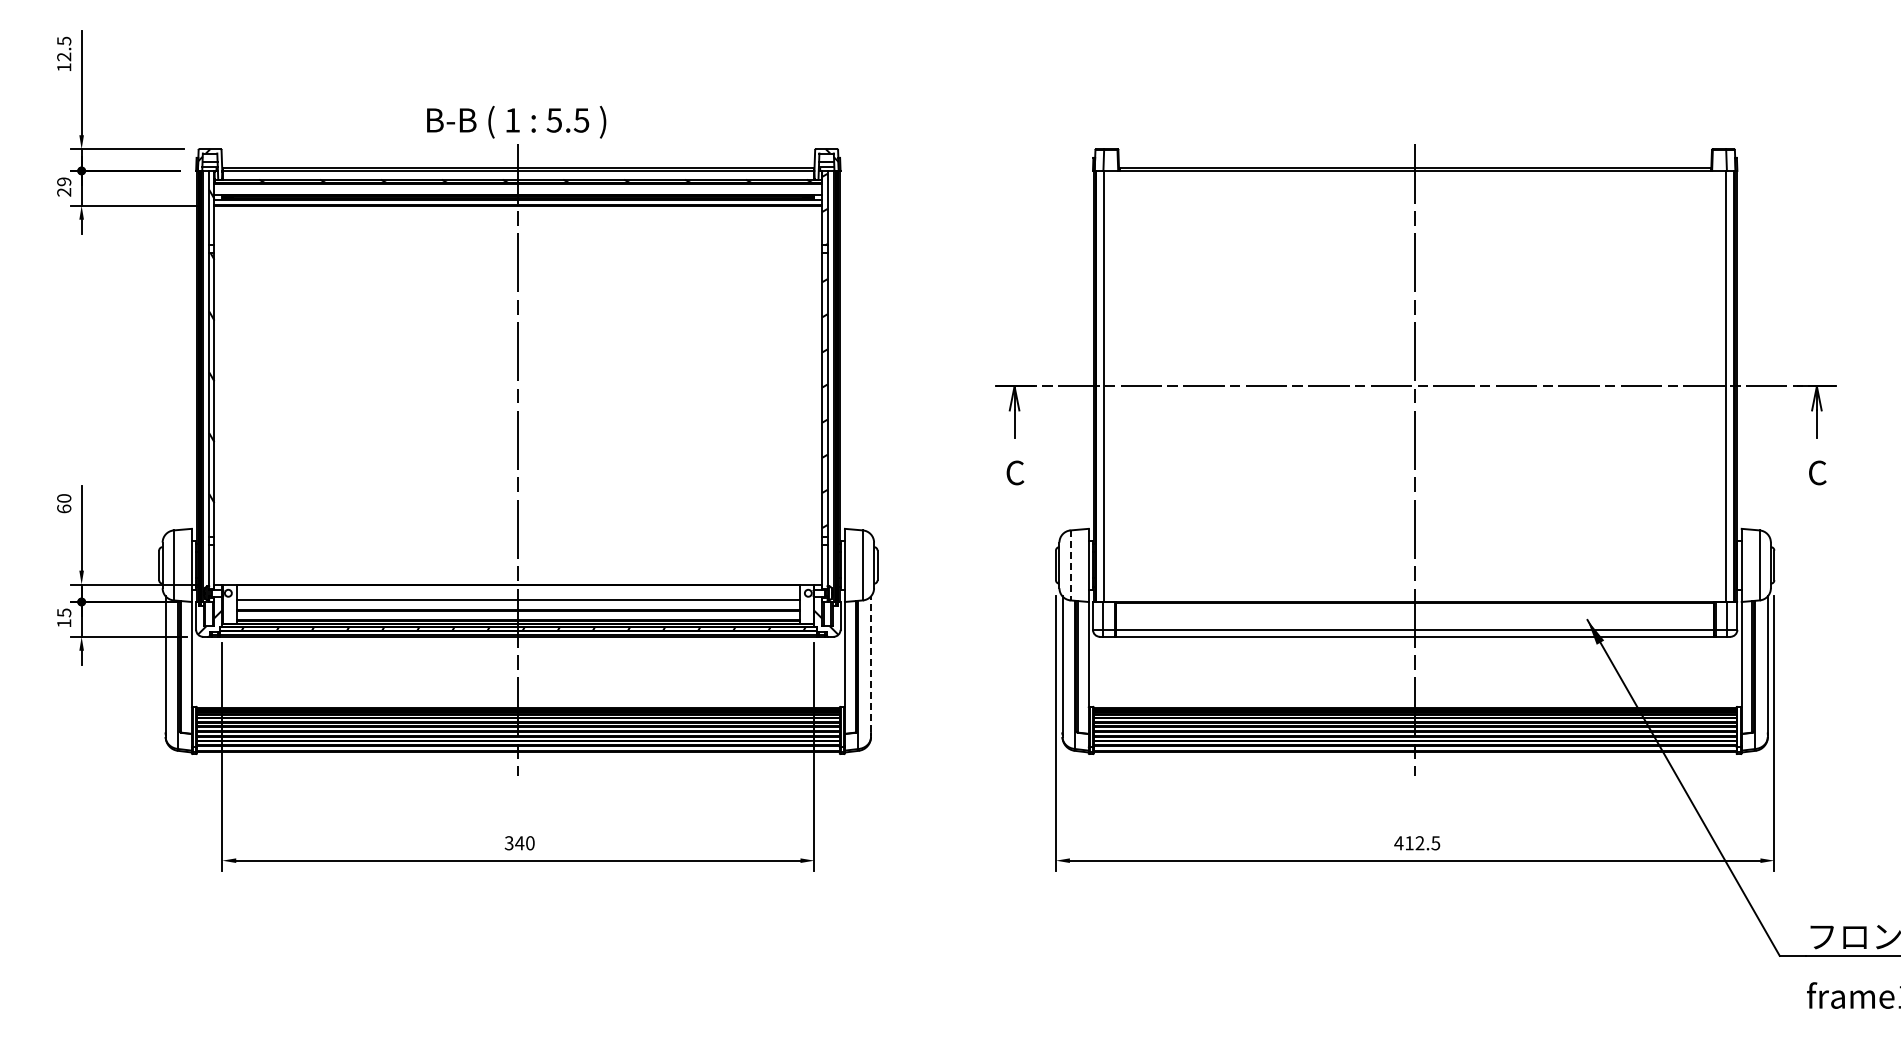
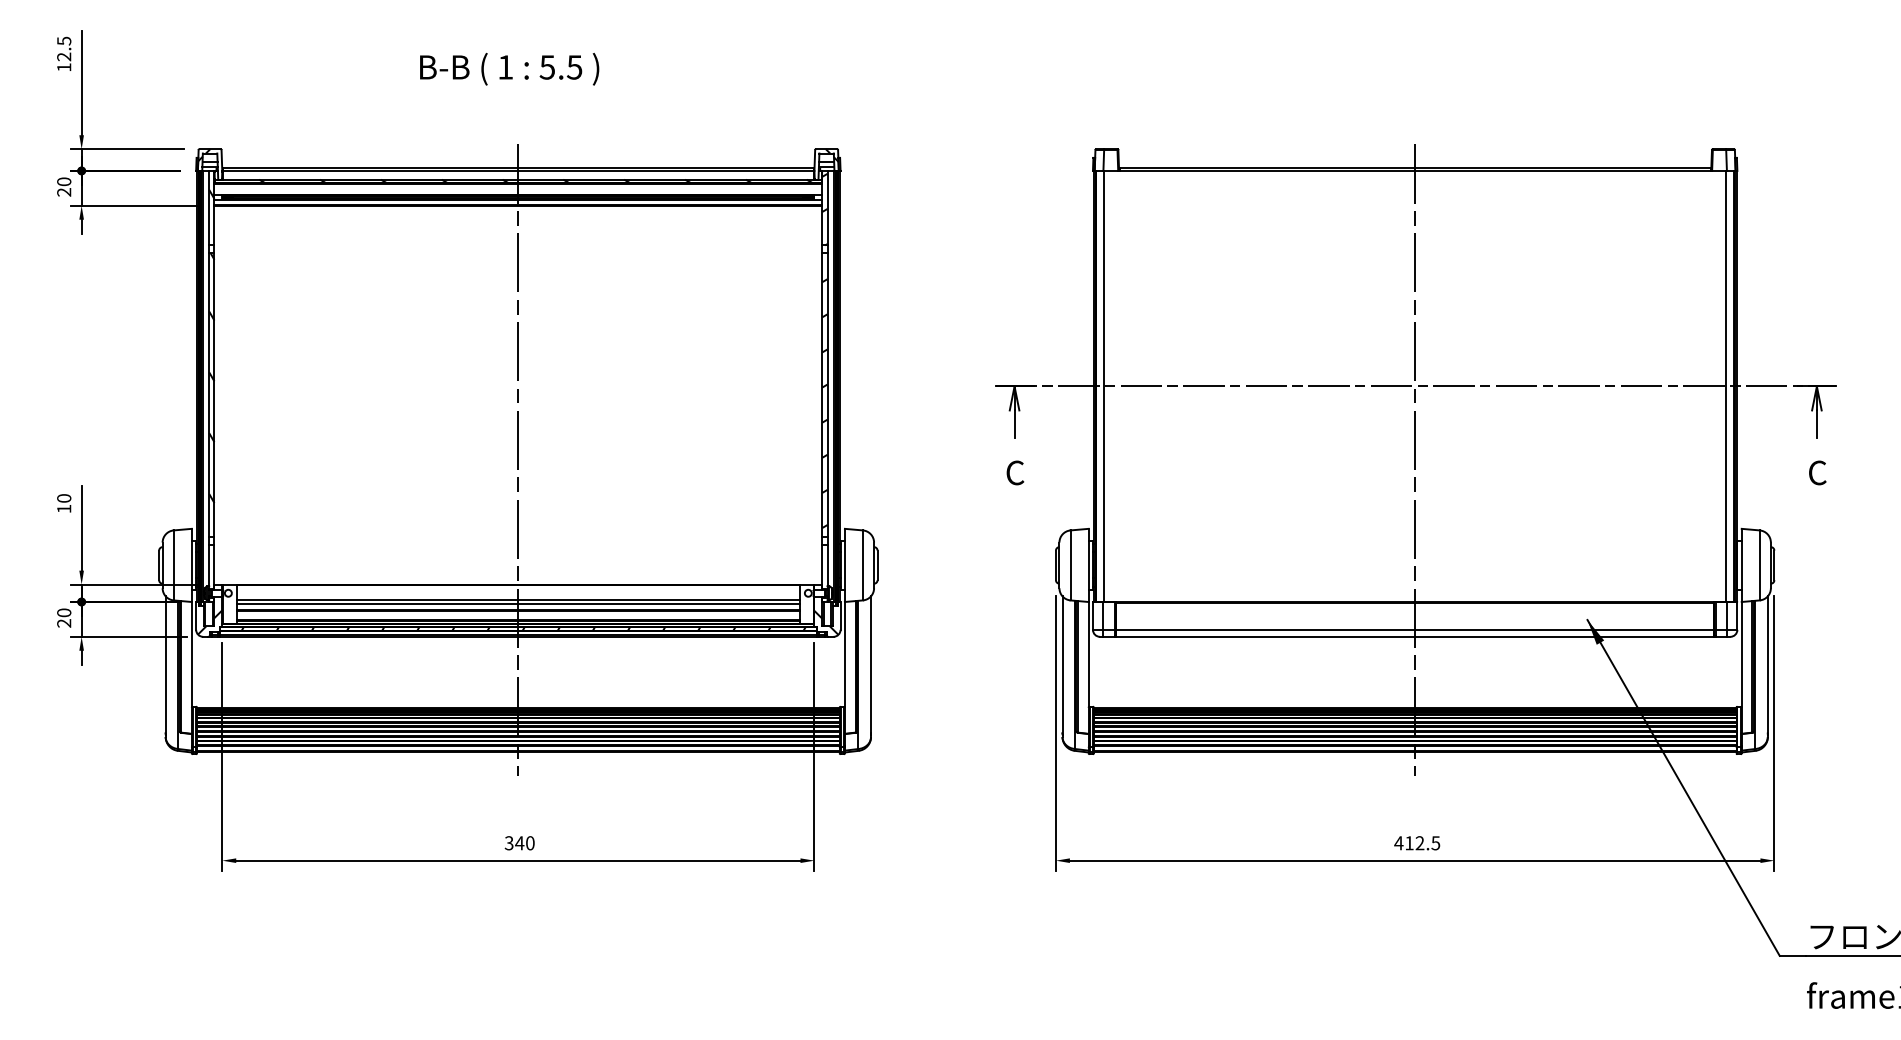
text at (516, 121) position: (516, 121) -> (509, 68)
text at (64, 181): 29 -> 20
text at (64, 508): 60 -> 10
line at (1070, 565): dashed -> solid
line at (518, 603): none -> present
text at (64, 617): 15 -> 20
line at (871, 664): dashed -> solid
